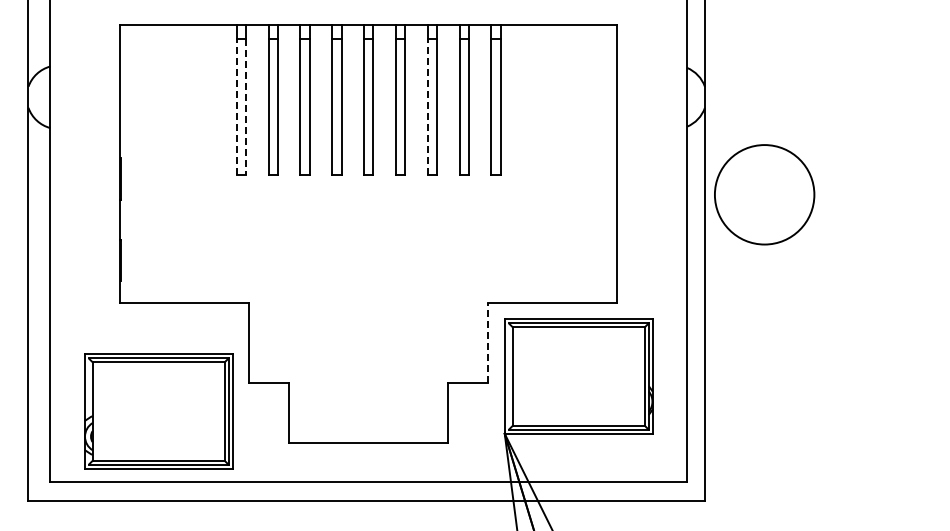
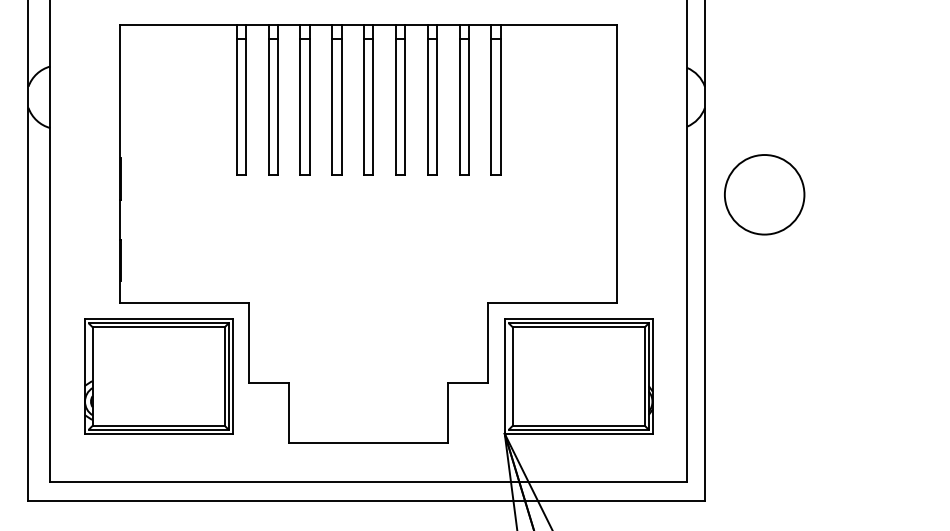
line at (236, 107): dashed -> solid
line at (246, 107): dashed -> solid
line at (427, 107): dashed -> solid
circle at (764, 194) diameter: 99 px -> 80 px
line at (488, 343): dashed -> solid
part at (158, 411) position: (158, 411) -> (158, 376)
